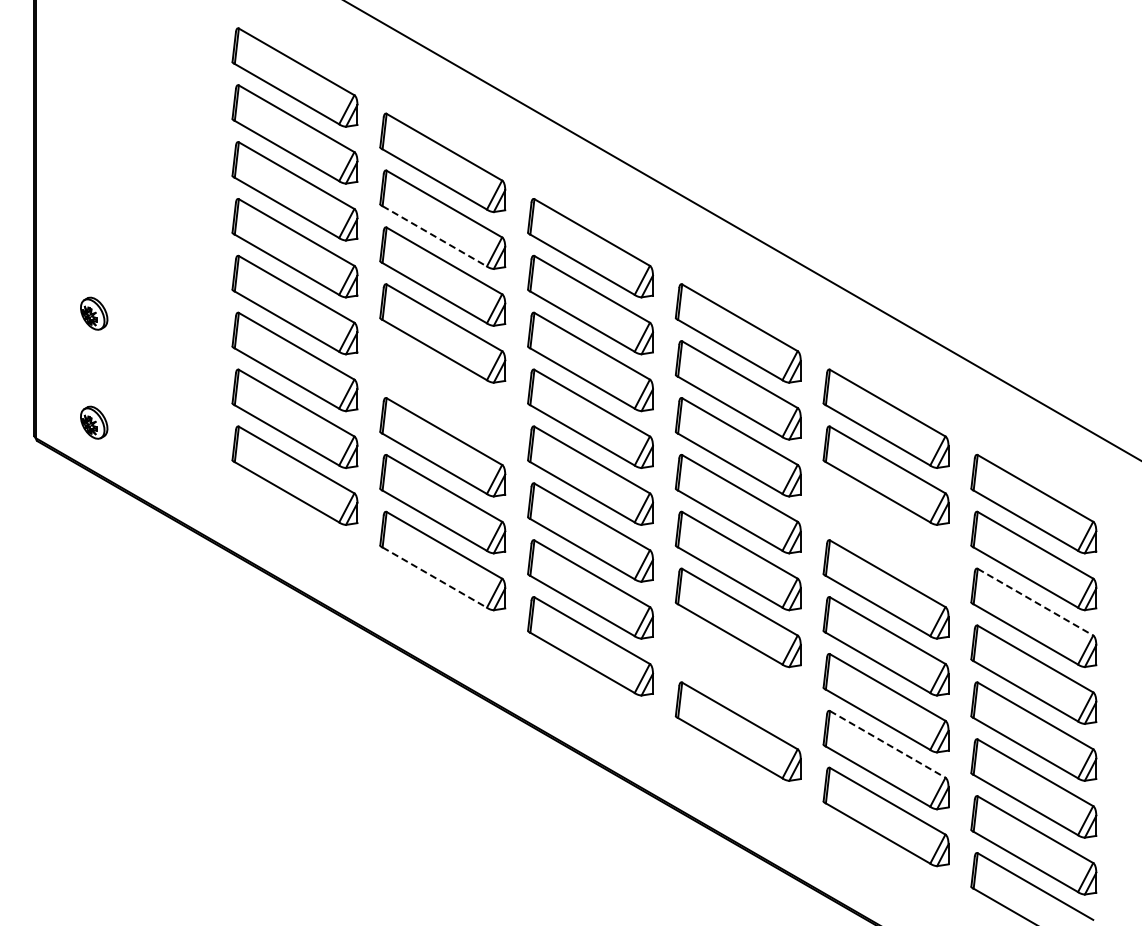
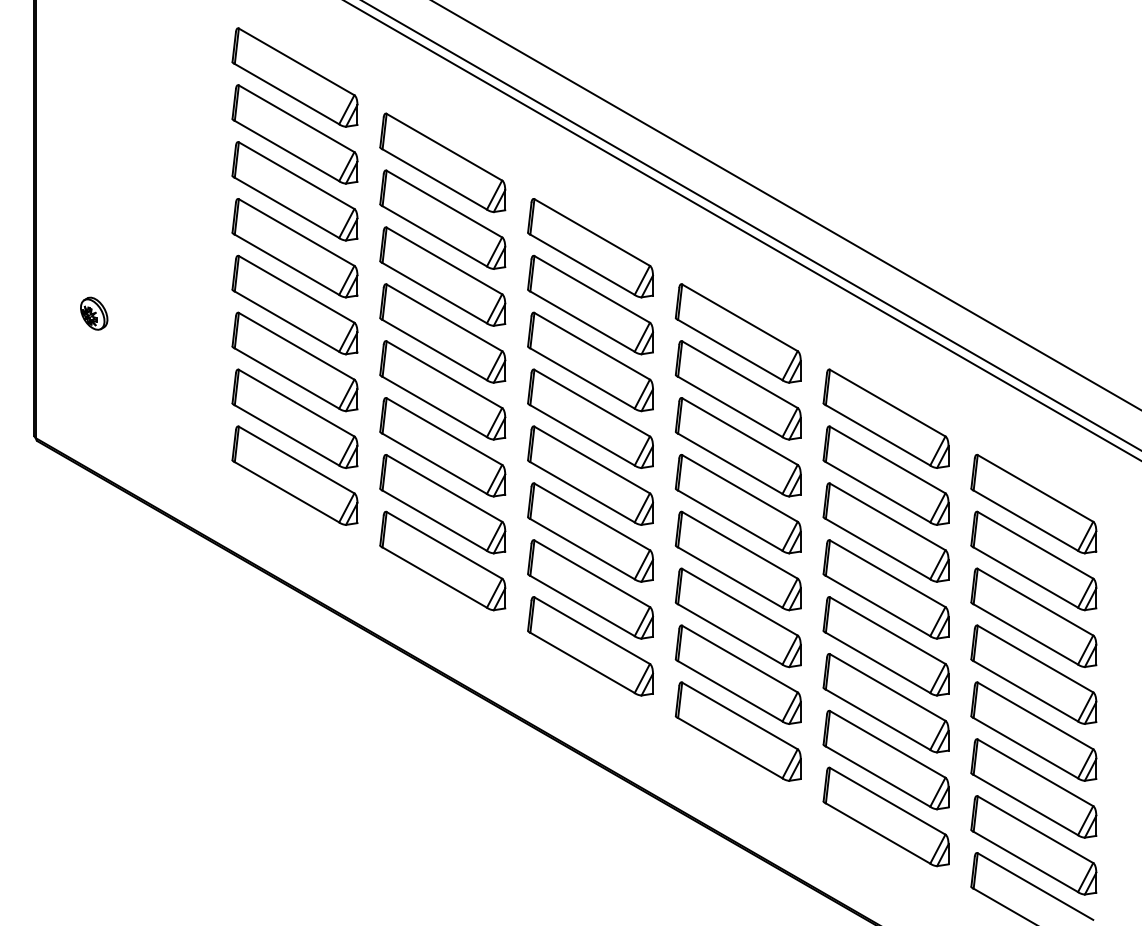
line at (786, 205): none -> present
line at (751, 225): none -> present
line at (435, 236): dashed -> solid
part at (442, 390): none -> present
part at (94, 422): present -> none
part at (885, 532): none -> present
line at (435, 577): dashed -> solid
line at (1035, 602): dashed -> solid
part at (737, 674): none -> present
line at (887, 744): dashed -> solid
